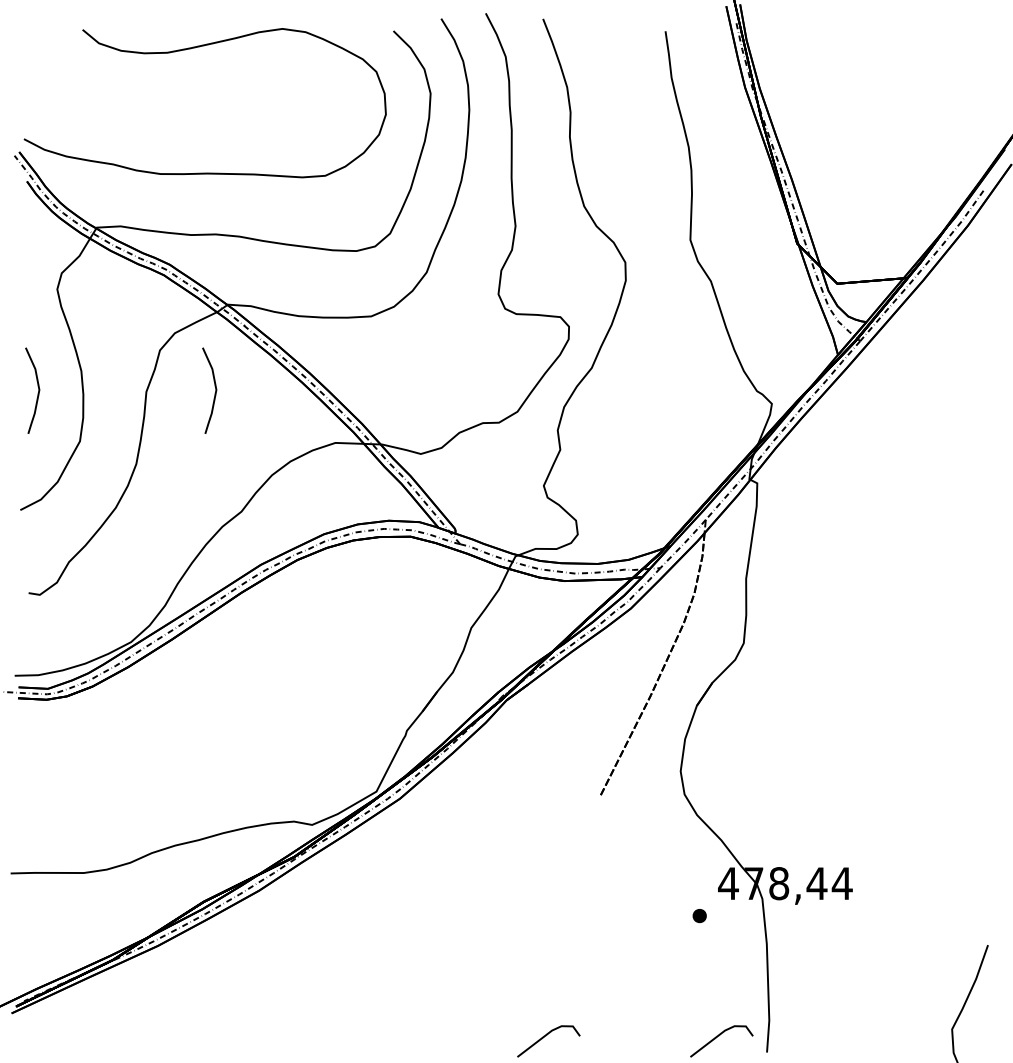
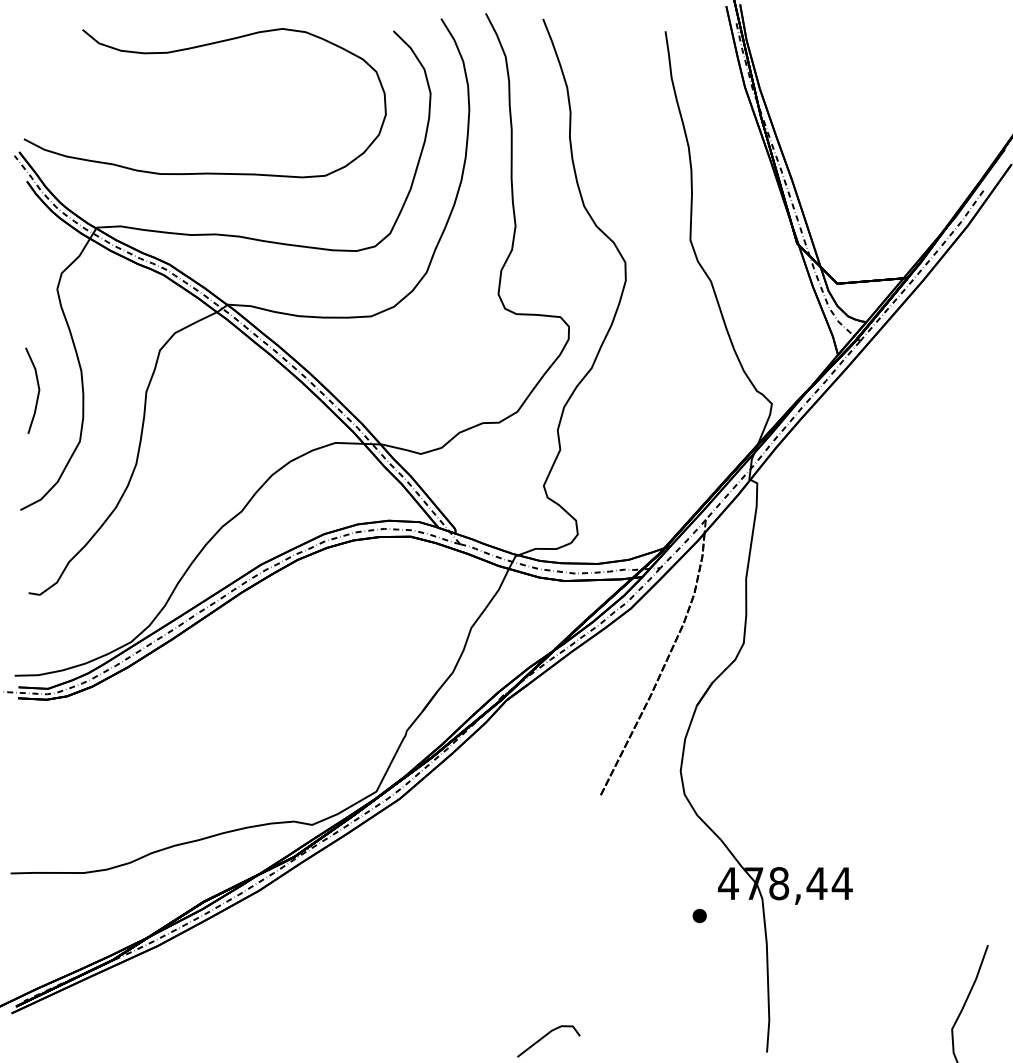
curve at (214, 393): present -> none
line at (719, 1036): present -> none
